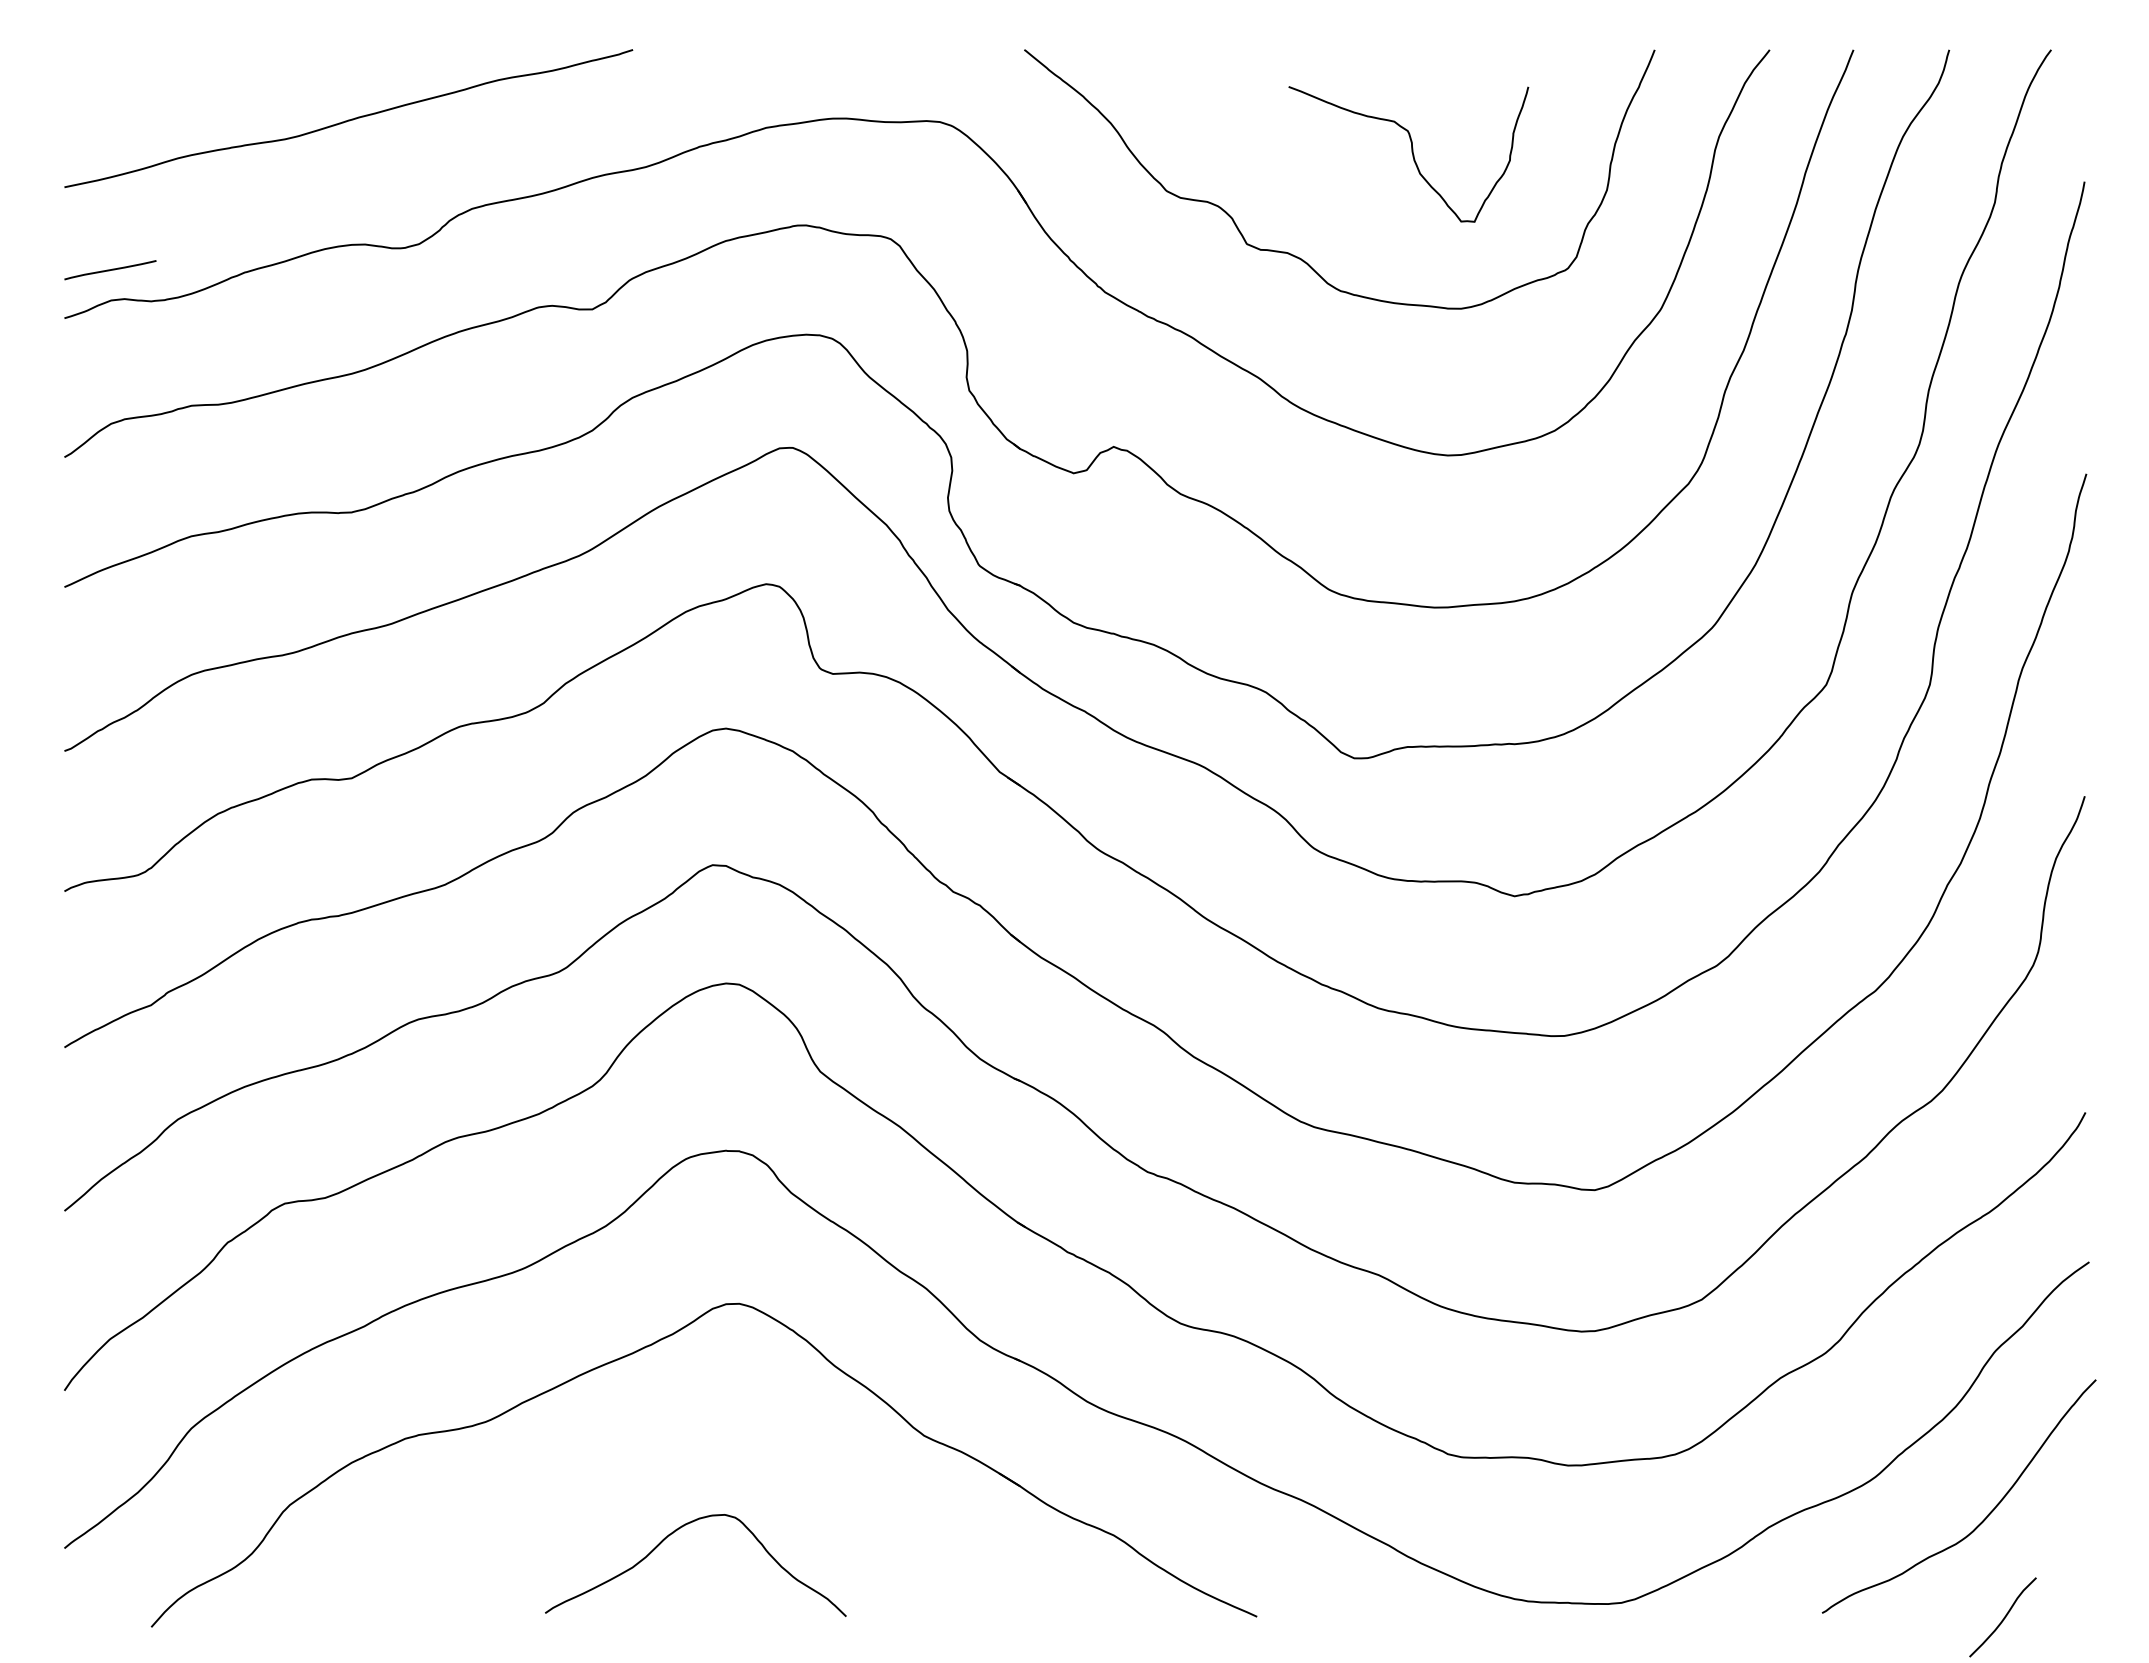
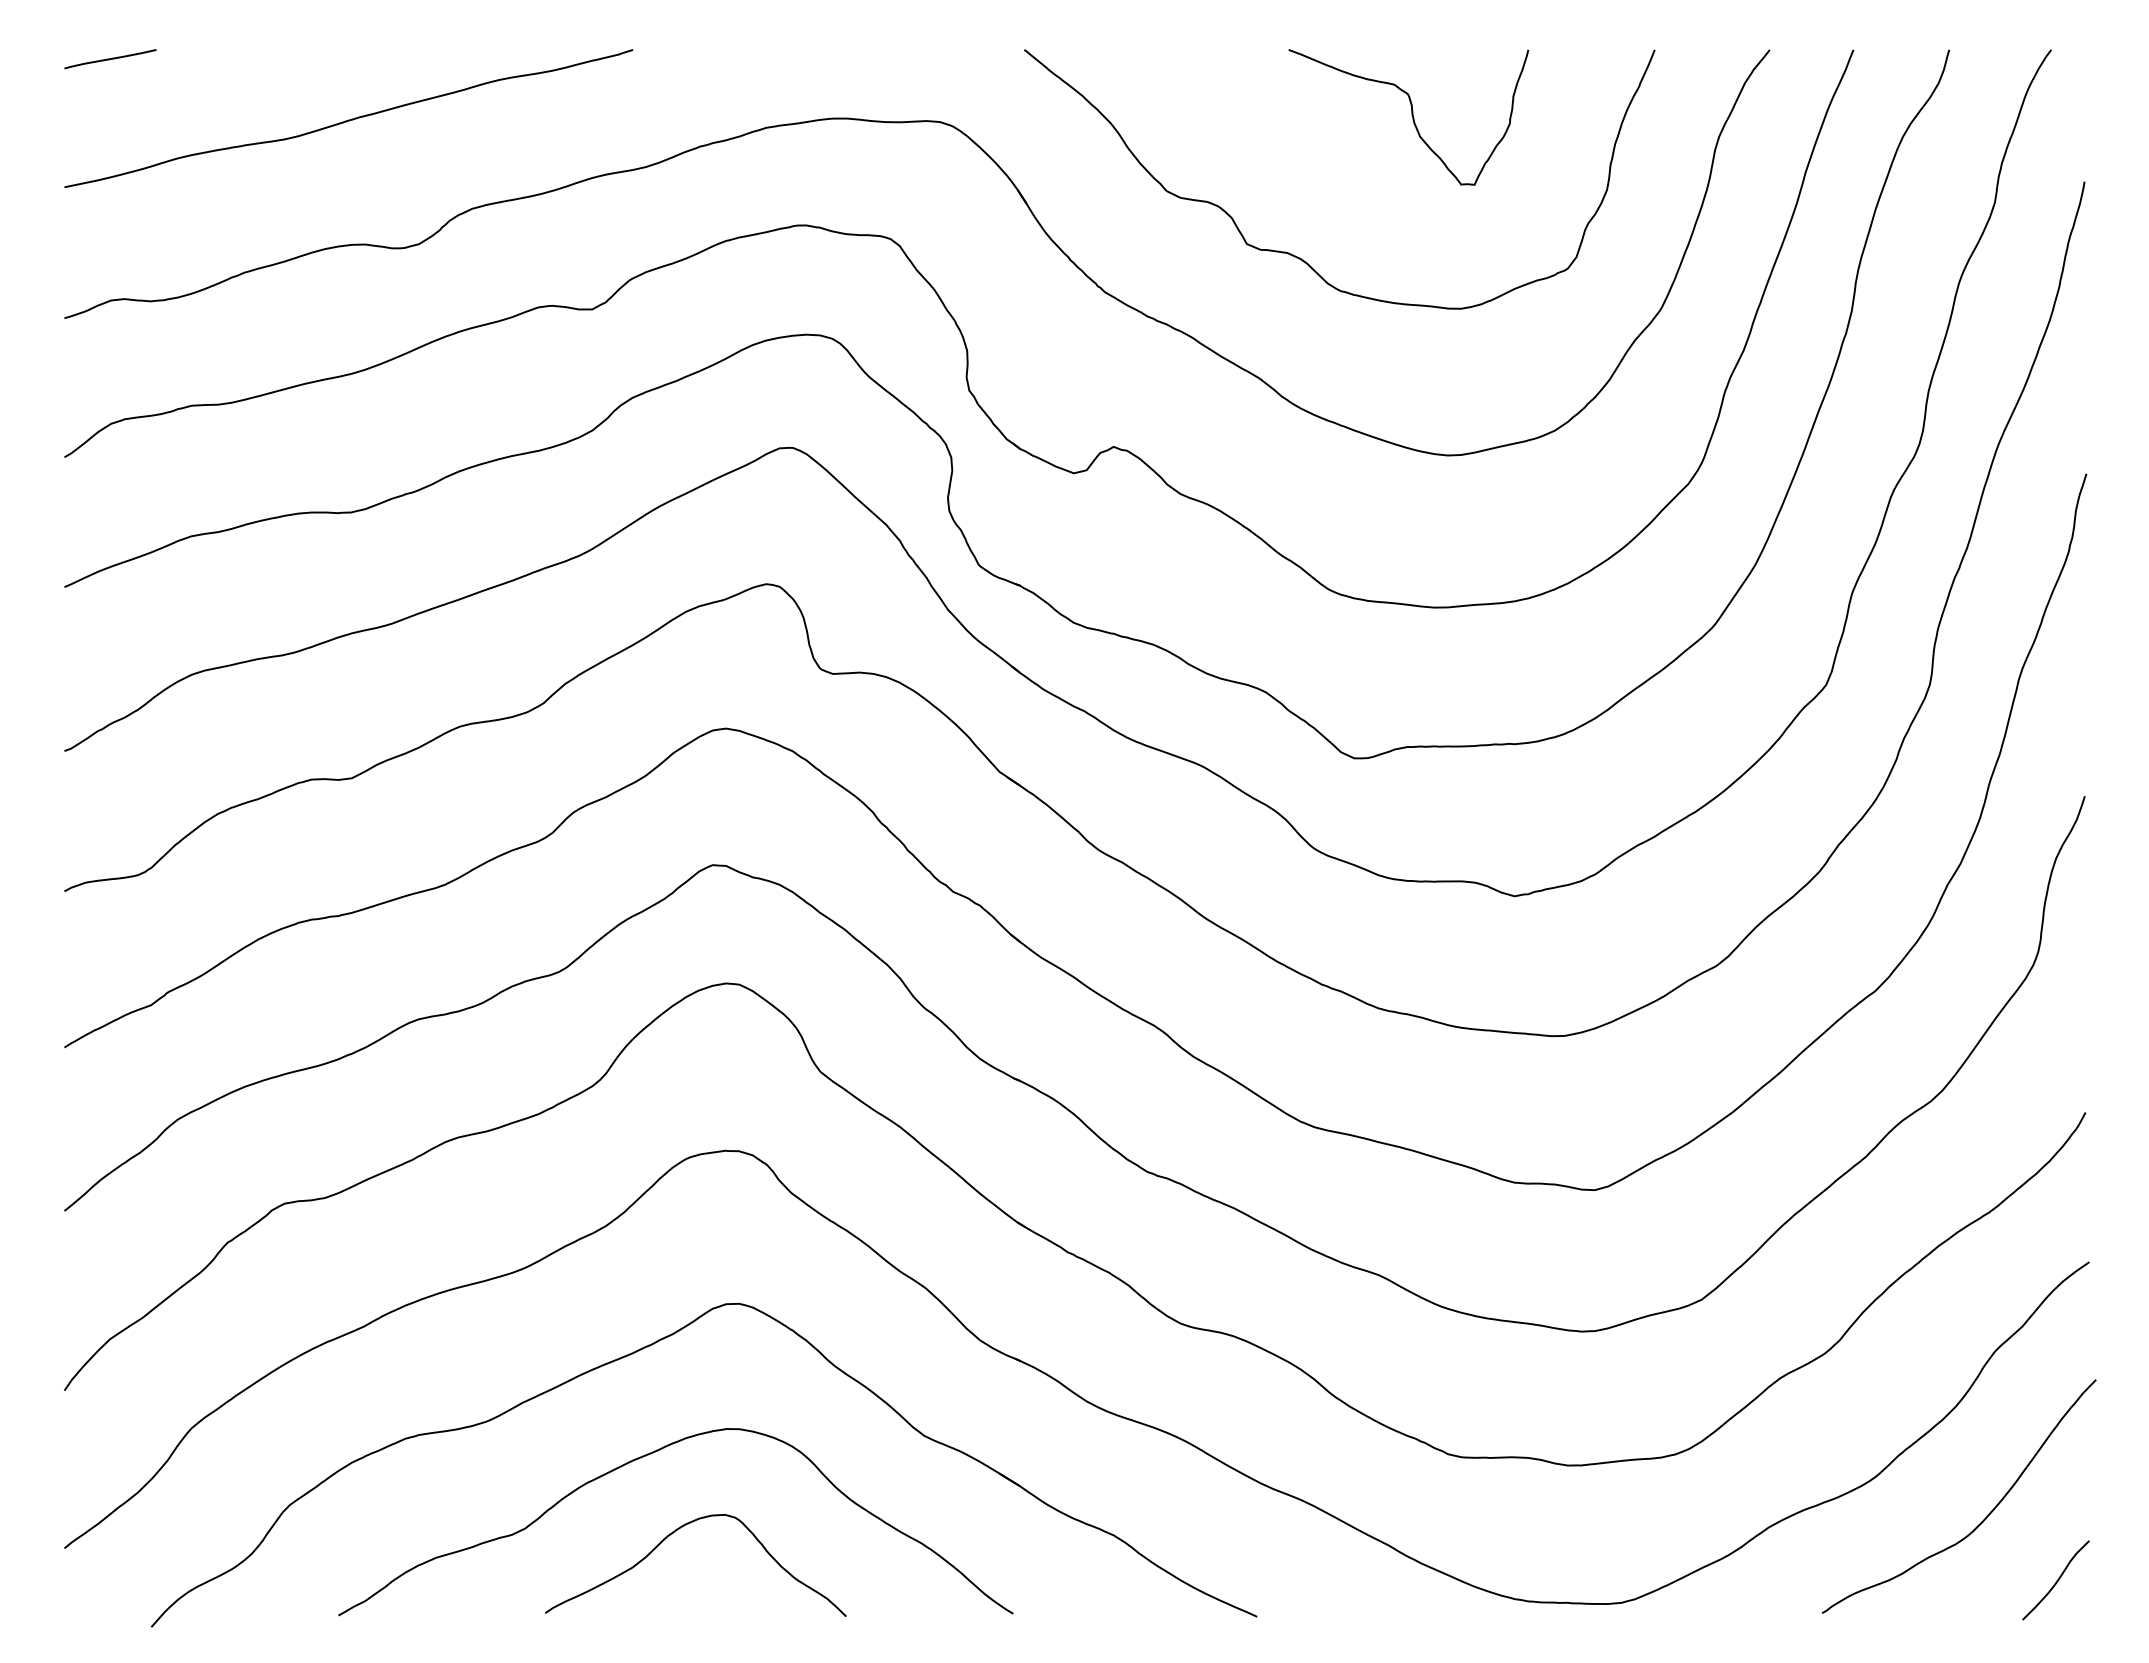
curve at (1411, 152) position: (1411, 152) -> (1411, 115)
line at (110, 270) position: (110, 270) -> (110, 59)
curve at (646, 1456): none -> present
curve at (2003, 1617) position: (2003, 1617) -> (2056, 1580)
